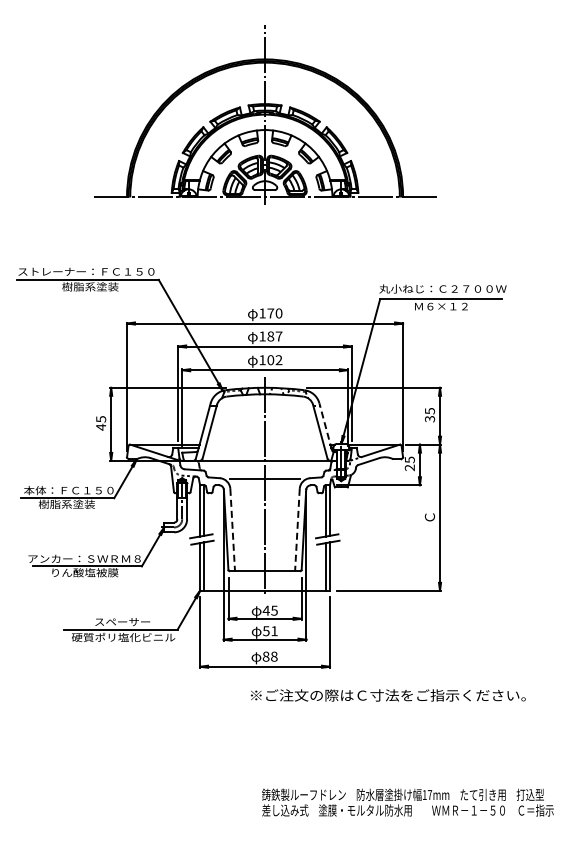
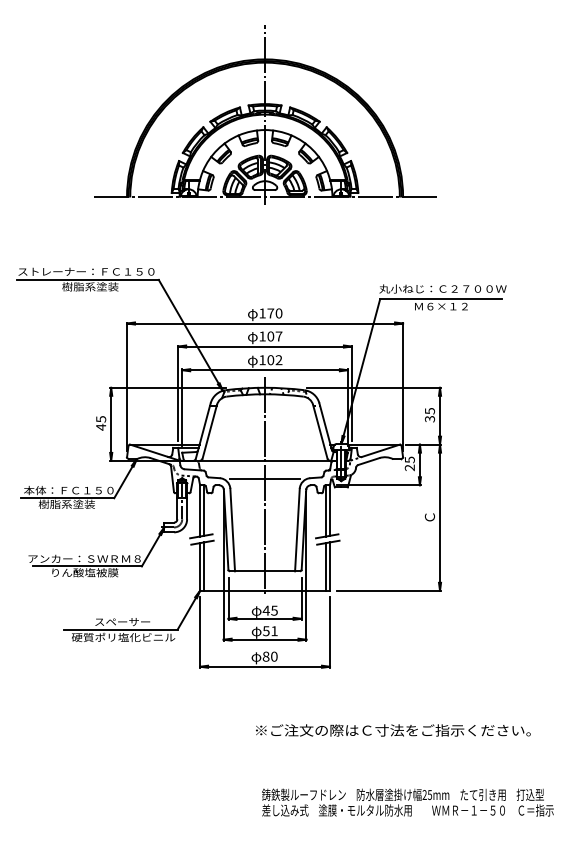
text at (270, 336): 187 -> 107
line at (325, 426): dashed -> solid
line at (232, 530): dashed -> solid
line at (297, 530): dashed -> solid
text at (274, 656): 88 -> 80
text at (388, 695) position: (388, 695) -> (393, 730)
text at (427, 795): 17mm -> 25mm
